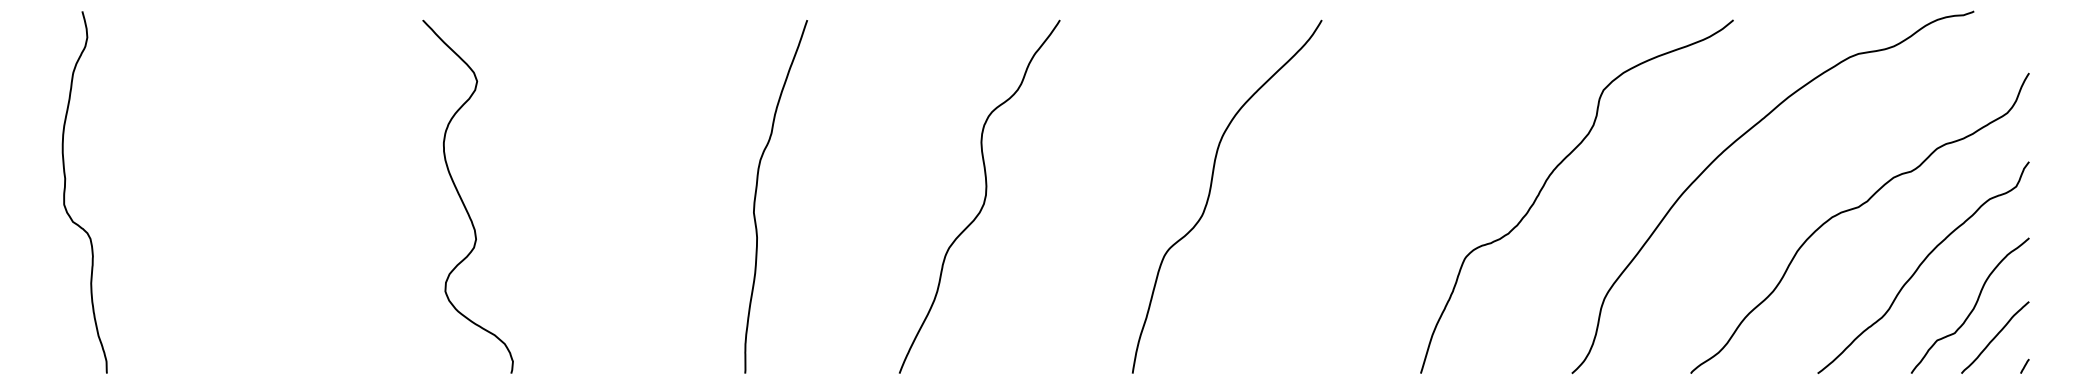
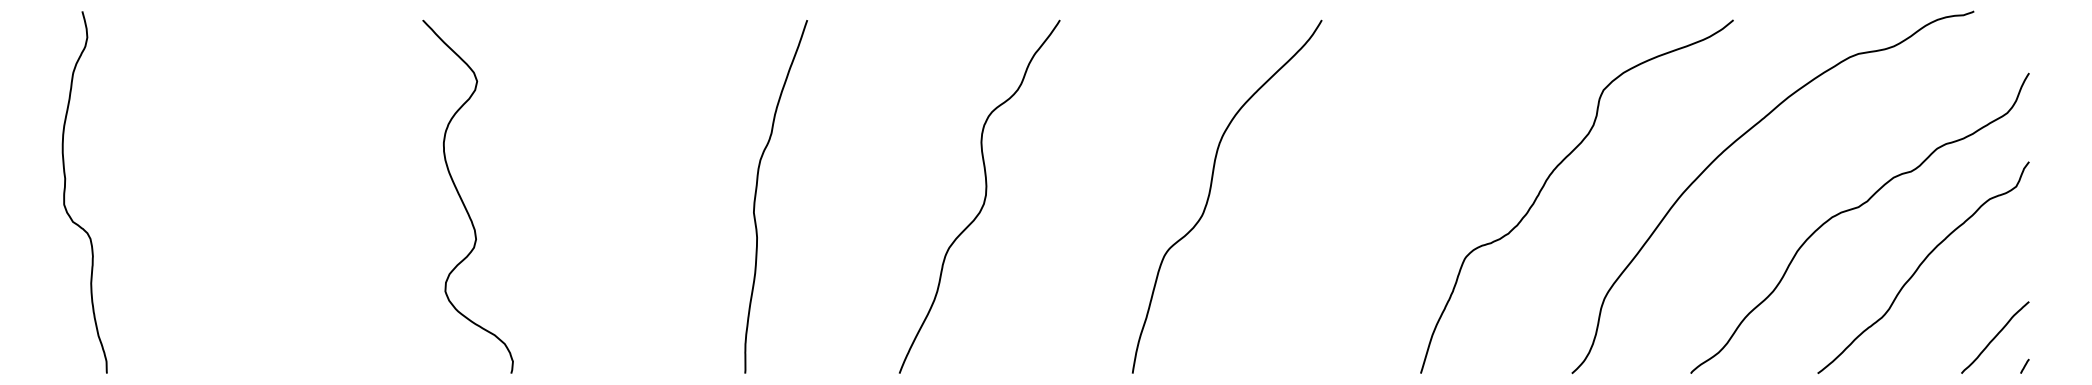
curve at (1973, 306): present -> none
